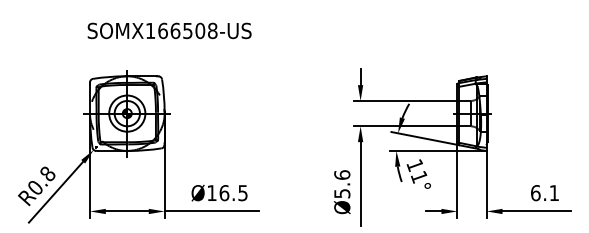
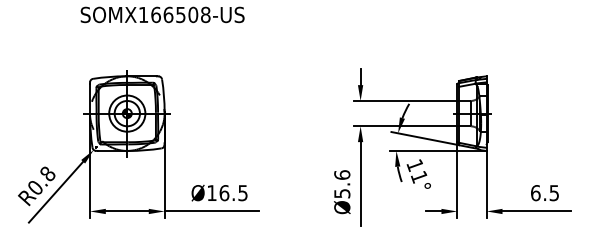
text at (169, 30) position: (169, 30) -> (162, 14)
text at (553, 193): 6.1 -> 6.5
